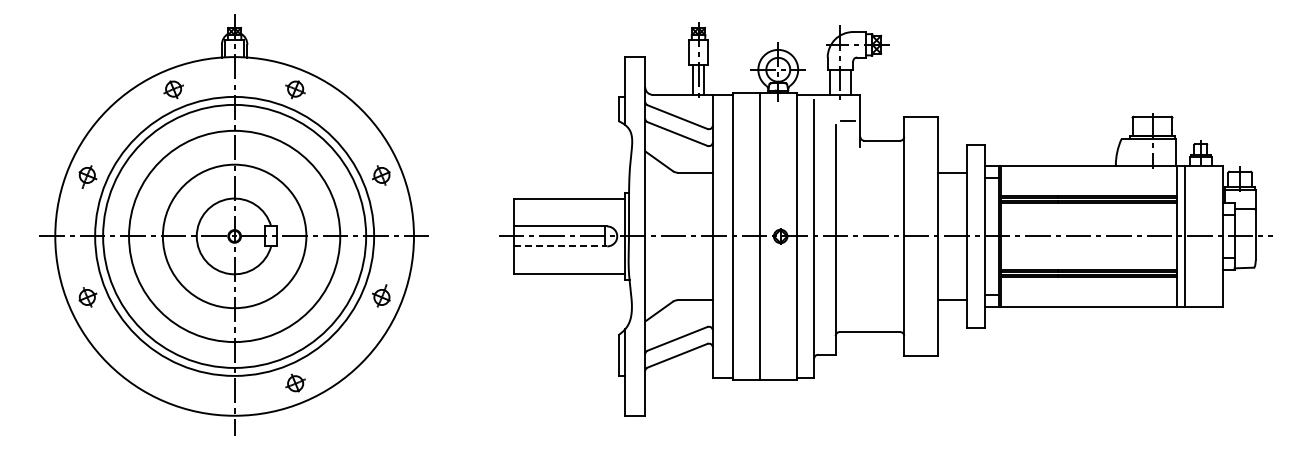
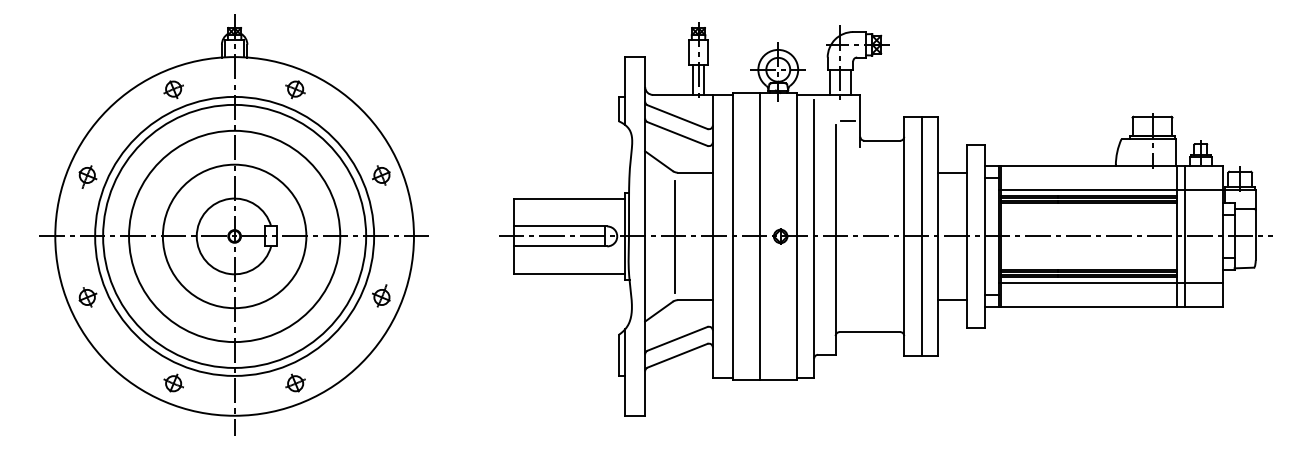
line at (1110, 190): none -> present
line at (675, 236): none -> present
line at (921, 236): none -> present
line at (560, 246): dashed -> solid
line at (1110, 282): none -> present
part at (173, 382): none -> present
